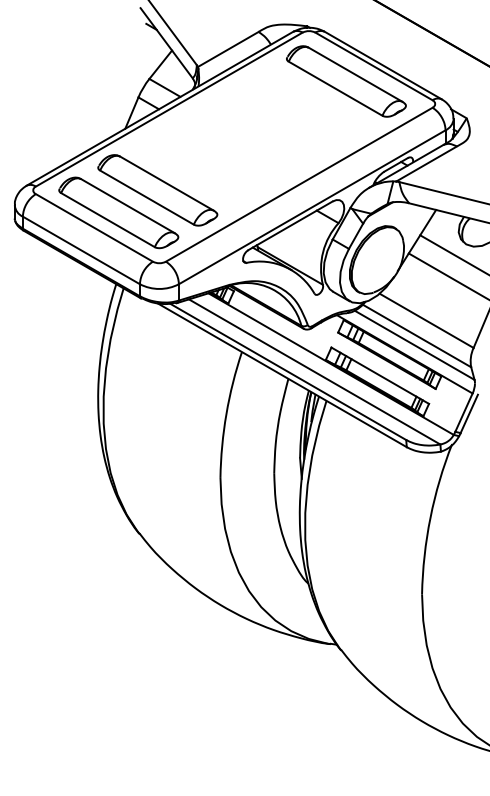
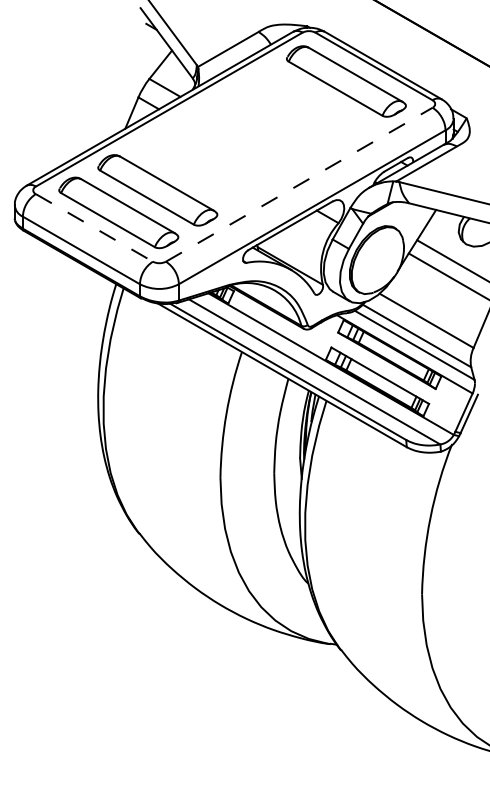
line at (299, 184): solid -> dashed
line at (94, 227): solid -> dashed
line at (453, 254) position: (453, 254) -> (451, 260)
